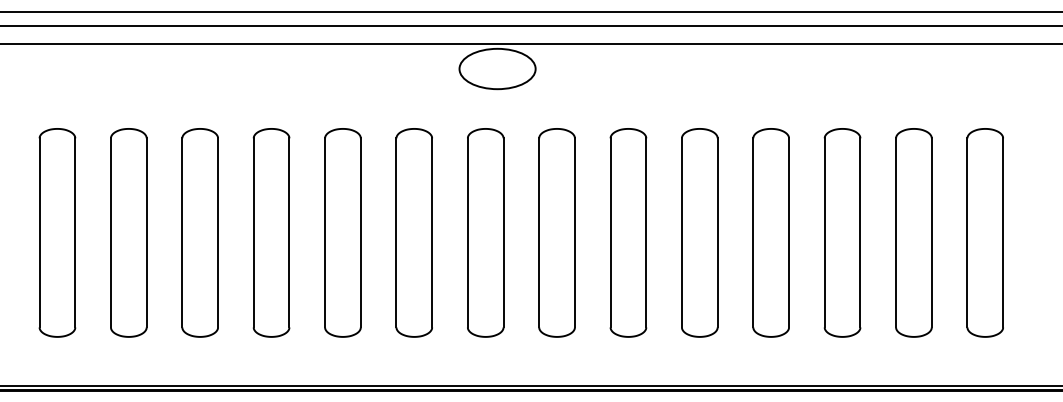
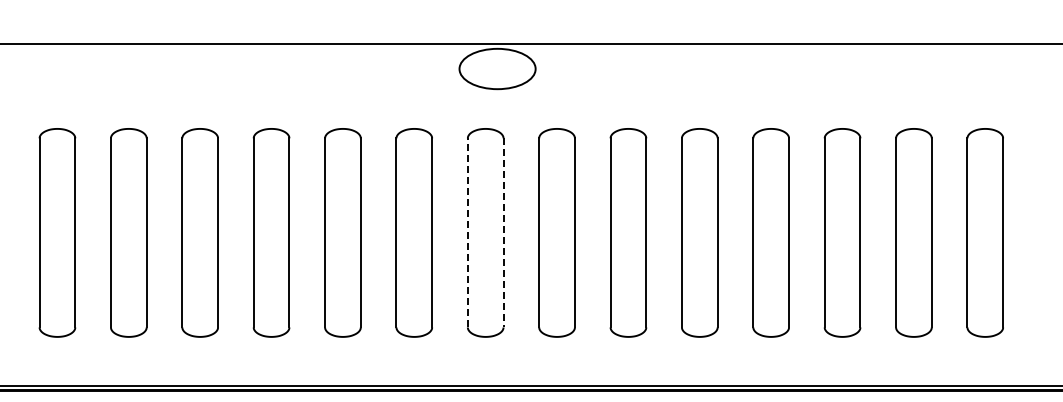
line at (530, 12): present -> none
line at (530, 26): present -> none
line at (467, 232): solid -> dashed
line at (503, 232): solid -> dashed
